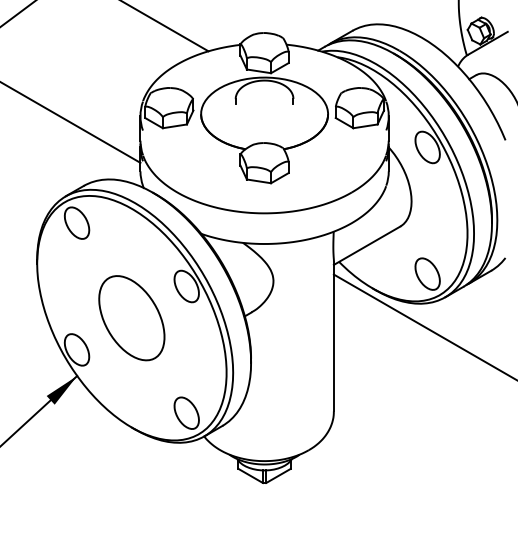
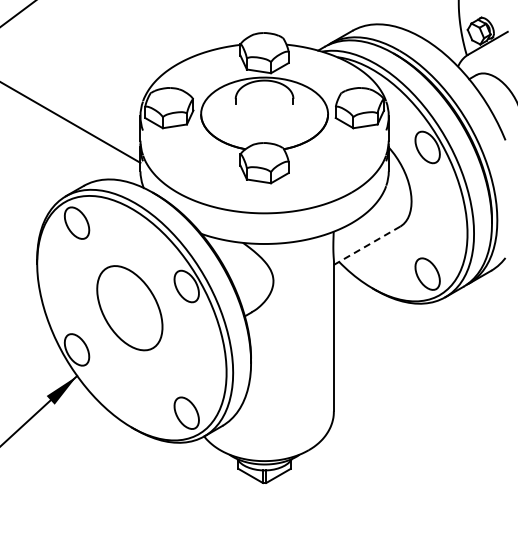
line at (165, 26): present -> none
line at (367, 245): solid -> dashed
part at (131, 318) position: (131, 318) -> (129, 308)
line at (423, 326): present -> none
